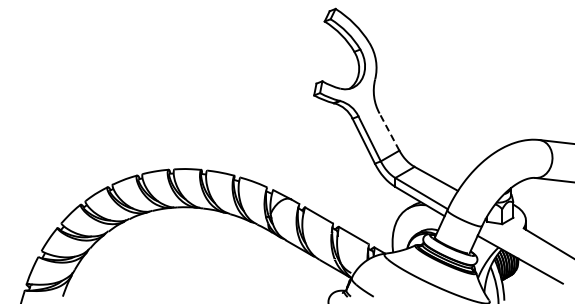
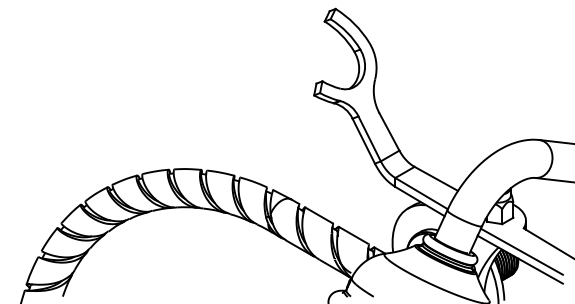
line at (389, 131): dashed -> solid
line at (521, 251): none -> present
